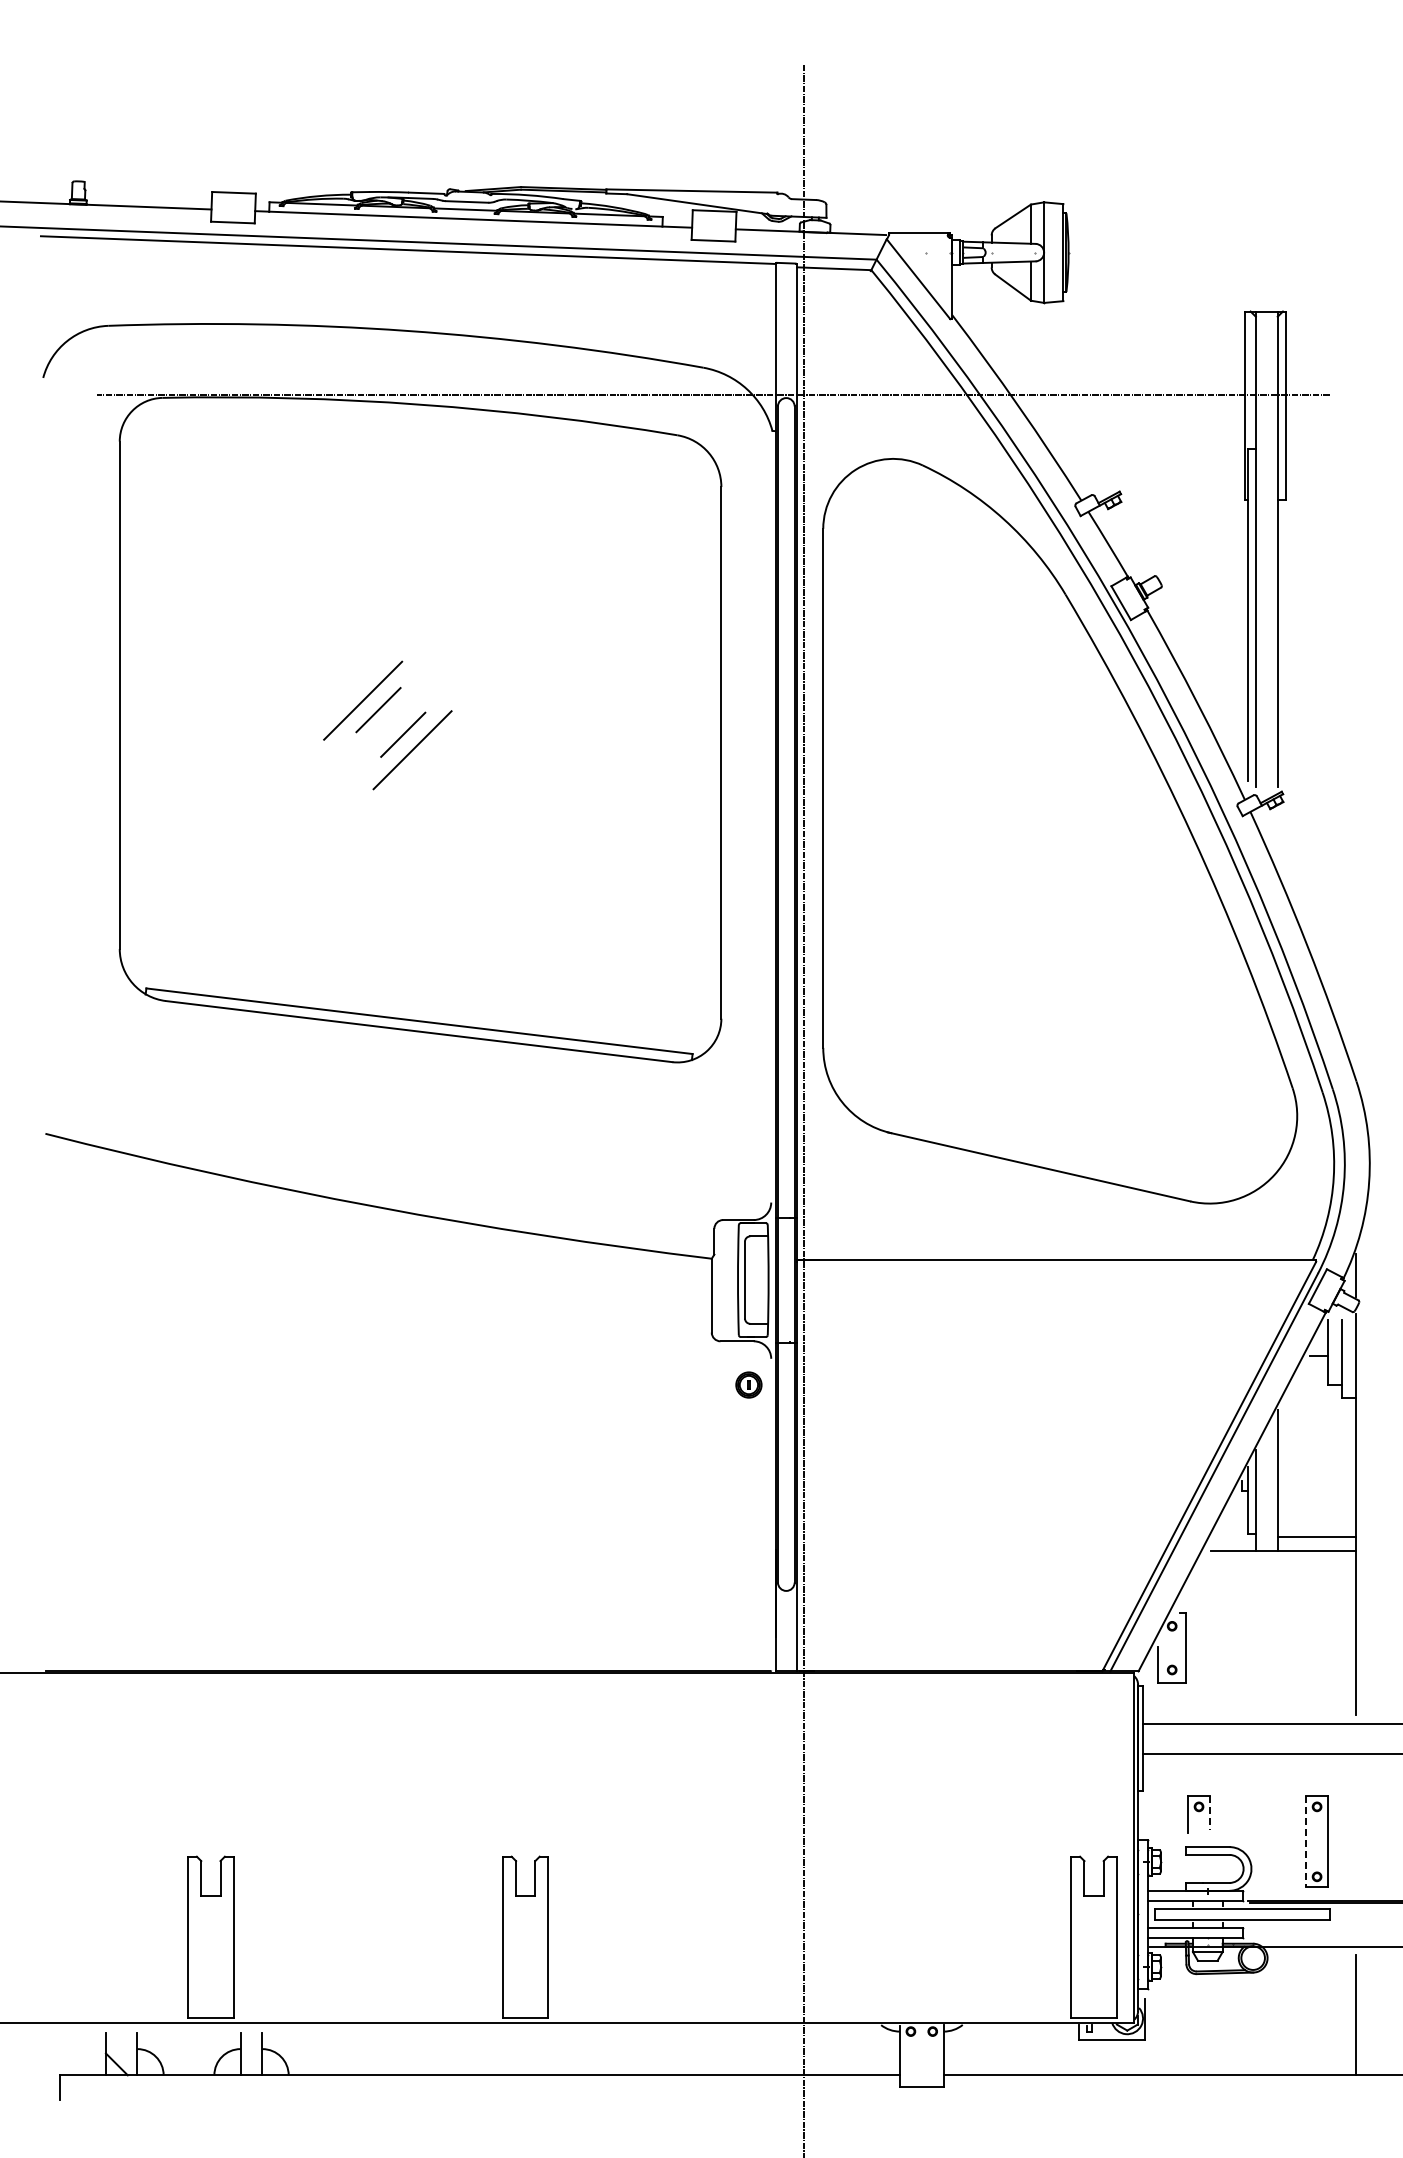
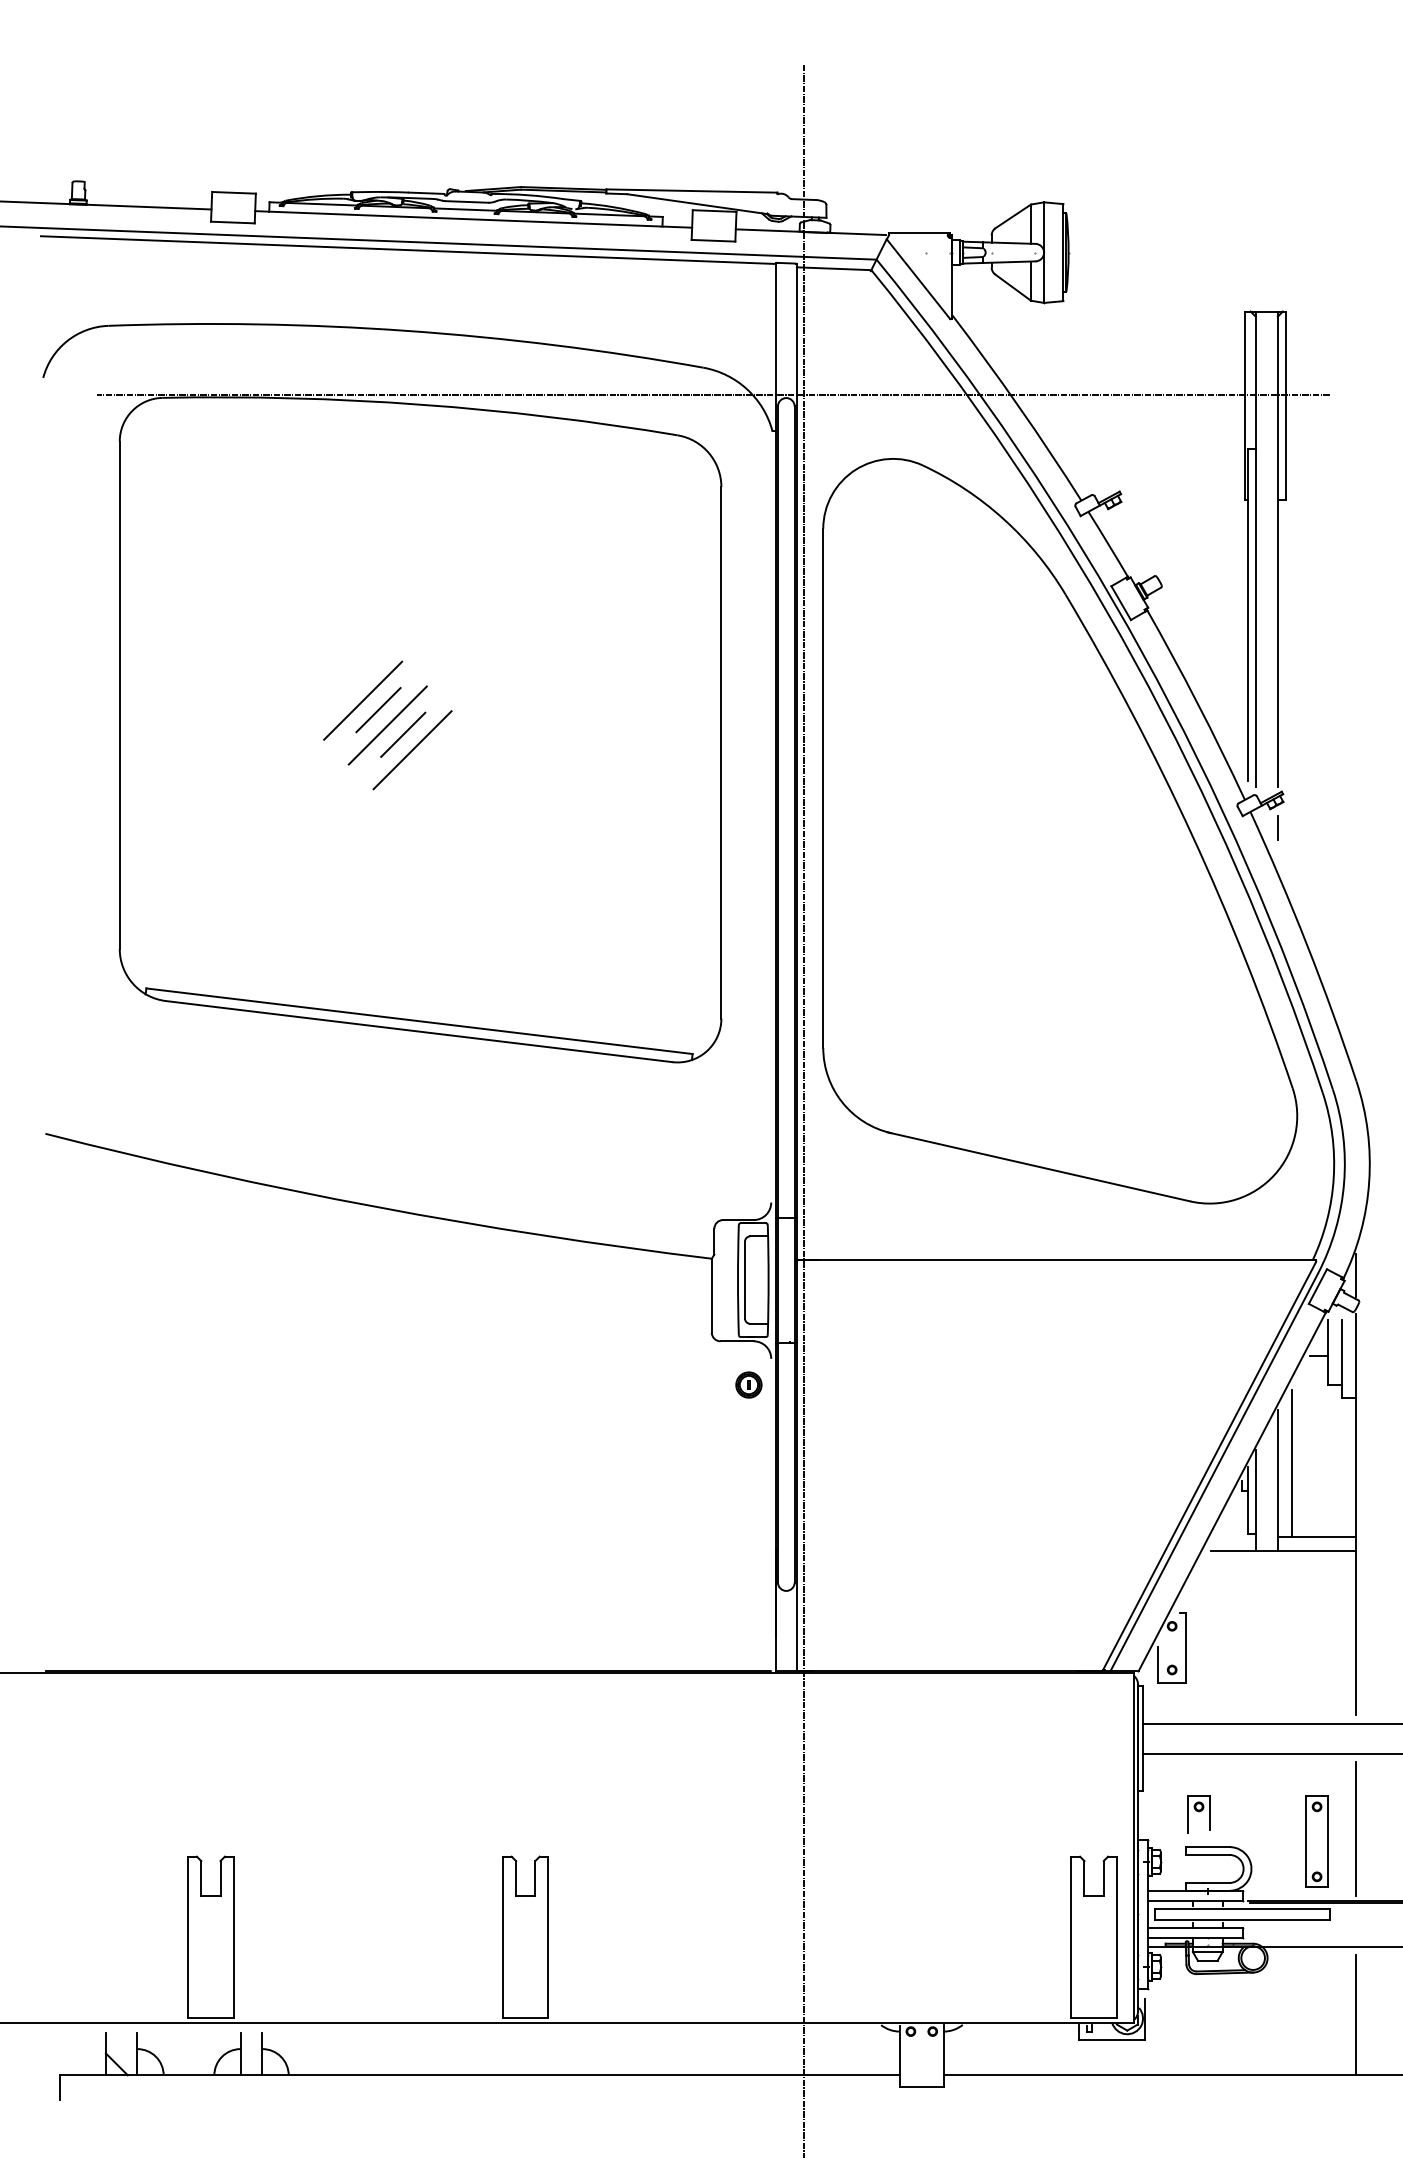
line at (387, 725): none -> present
line at (1277, 827): none -> present
line at (1291, 1463): none -> present
line at (1209, 1813): dashed -> solid
line at (1356, 1828): none -> present
line at (1306, 1842): dashed -> solid
